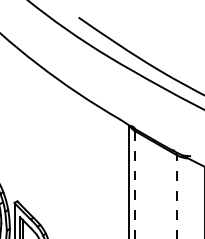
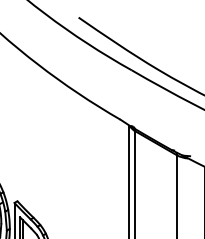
line at (135, 185): dashed -> solid
line at (176, 196): dashed -> solid
